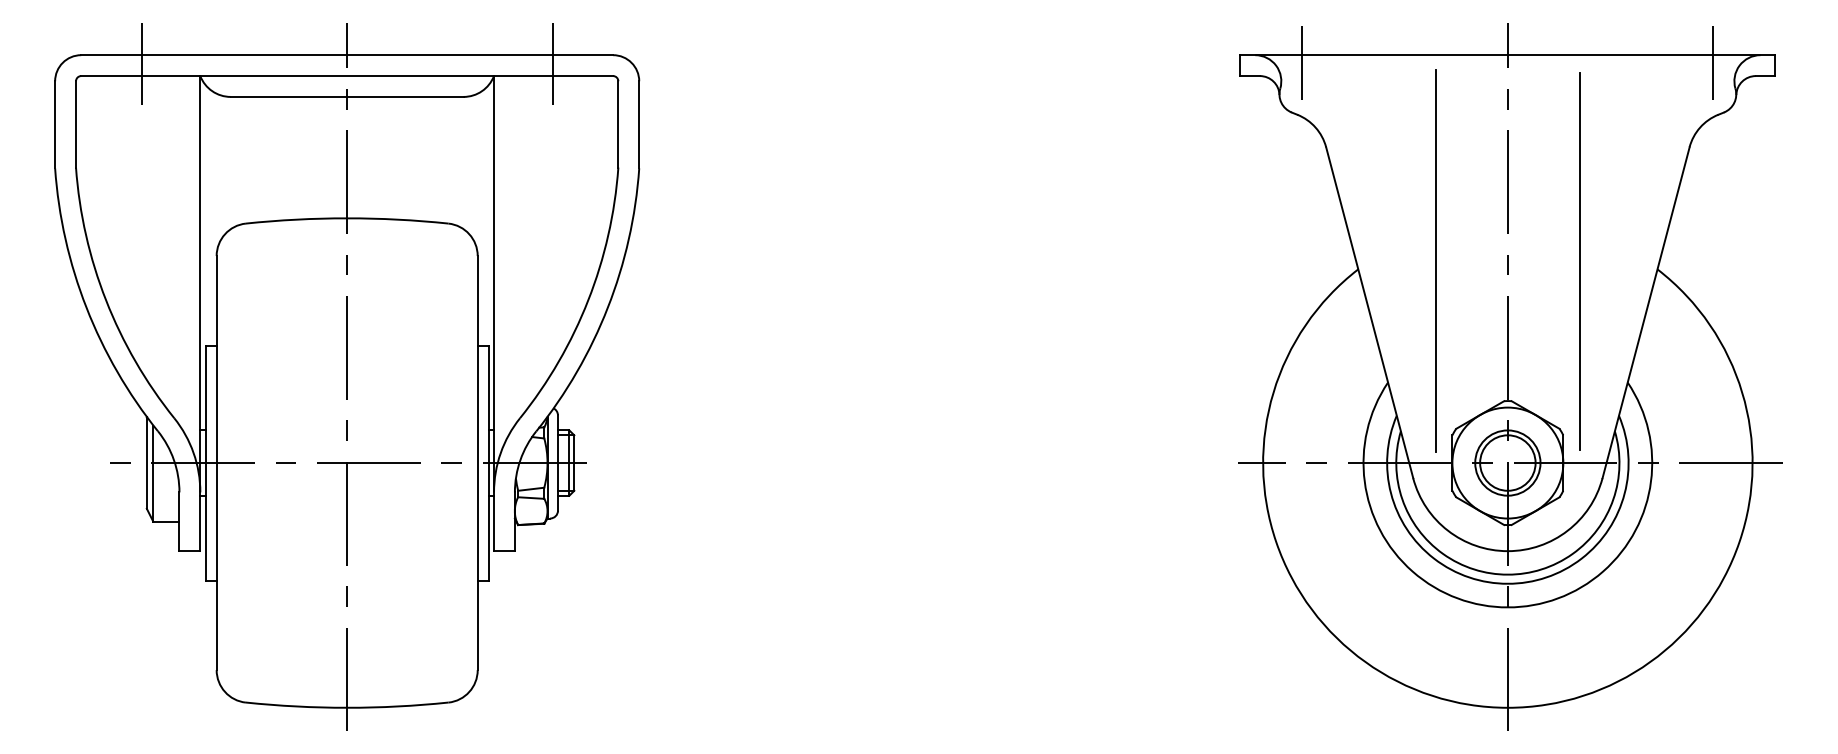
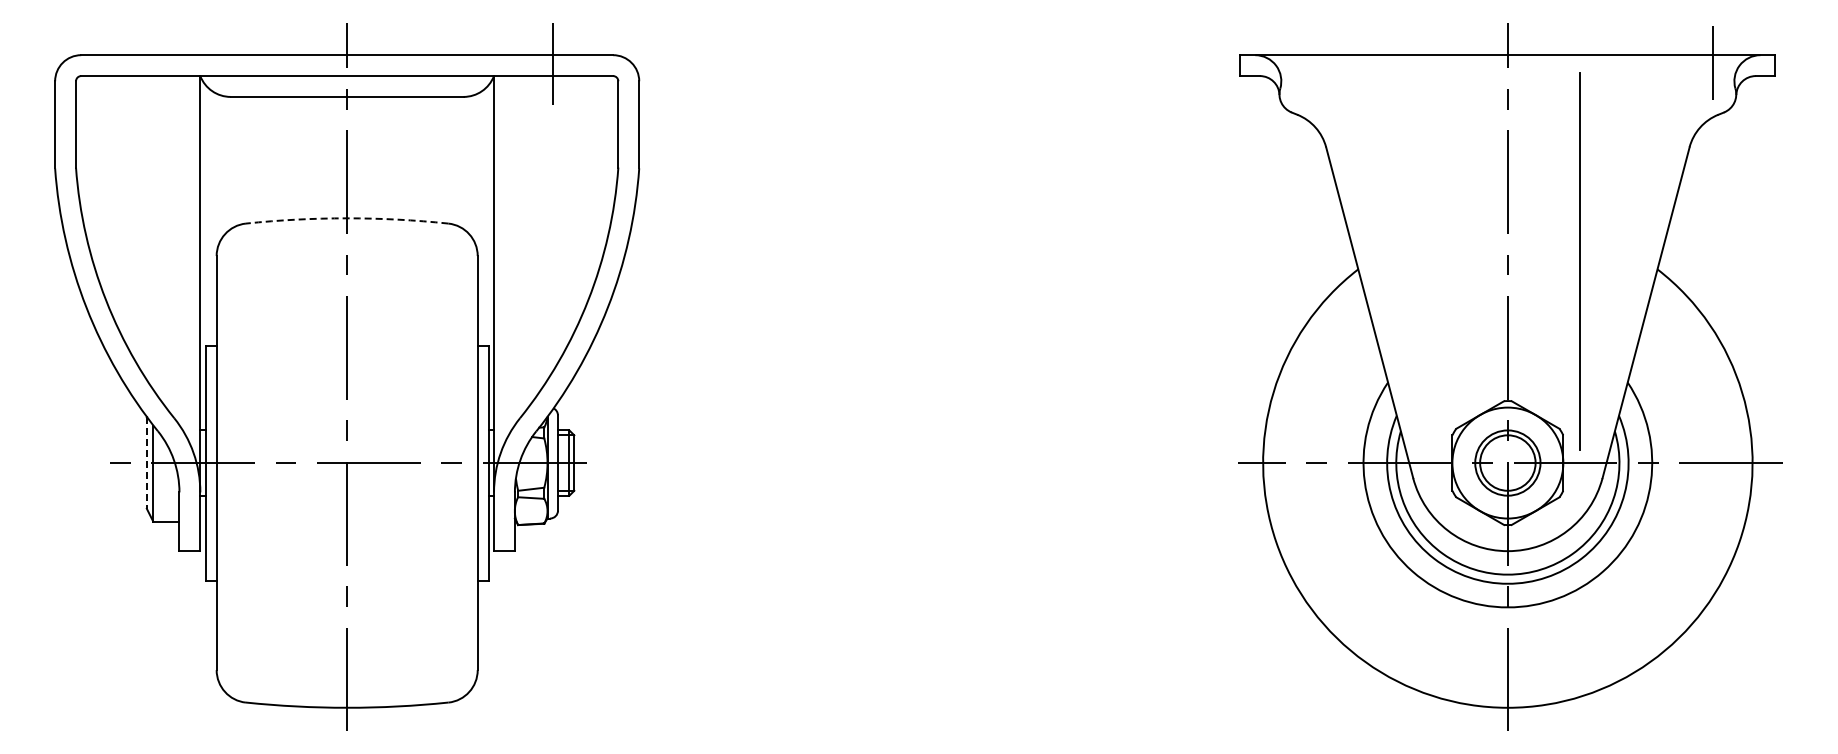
line at (1302, 62): present -> none
line at (141, 63): present -> none
arc at (347, 218): solid -> dashed
line at (1436, 261): present -> none
line at (146, 462): solid -> dashed
